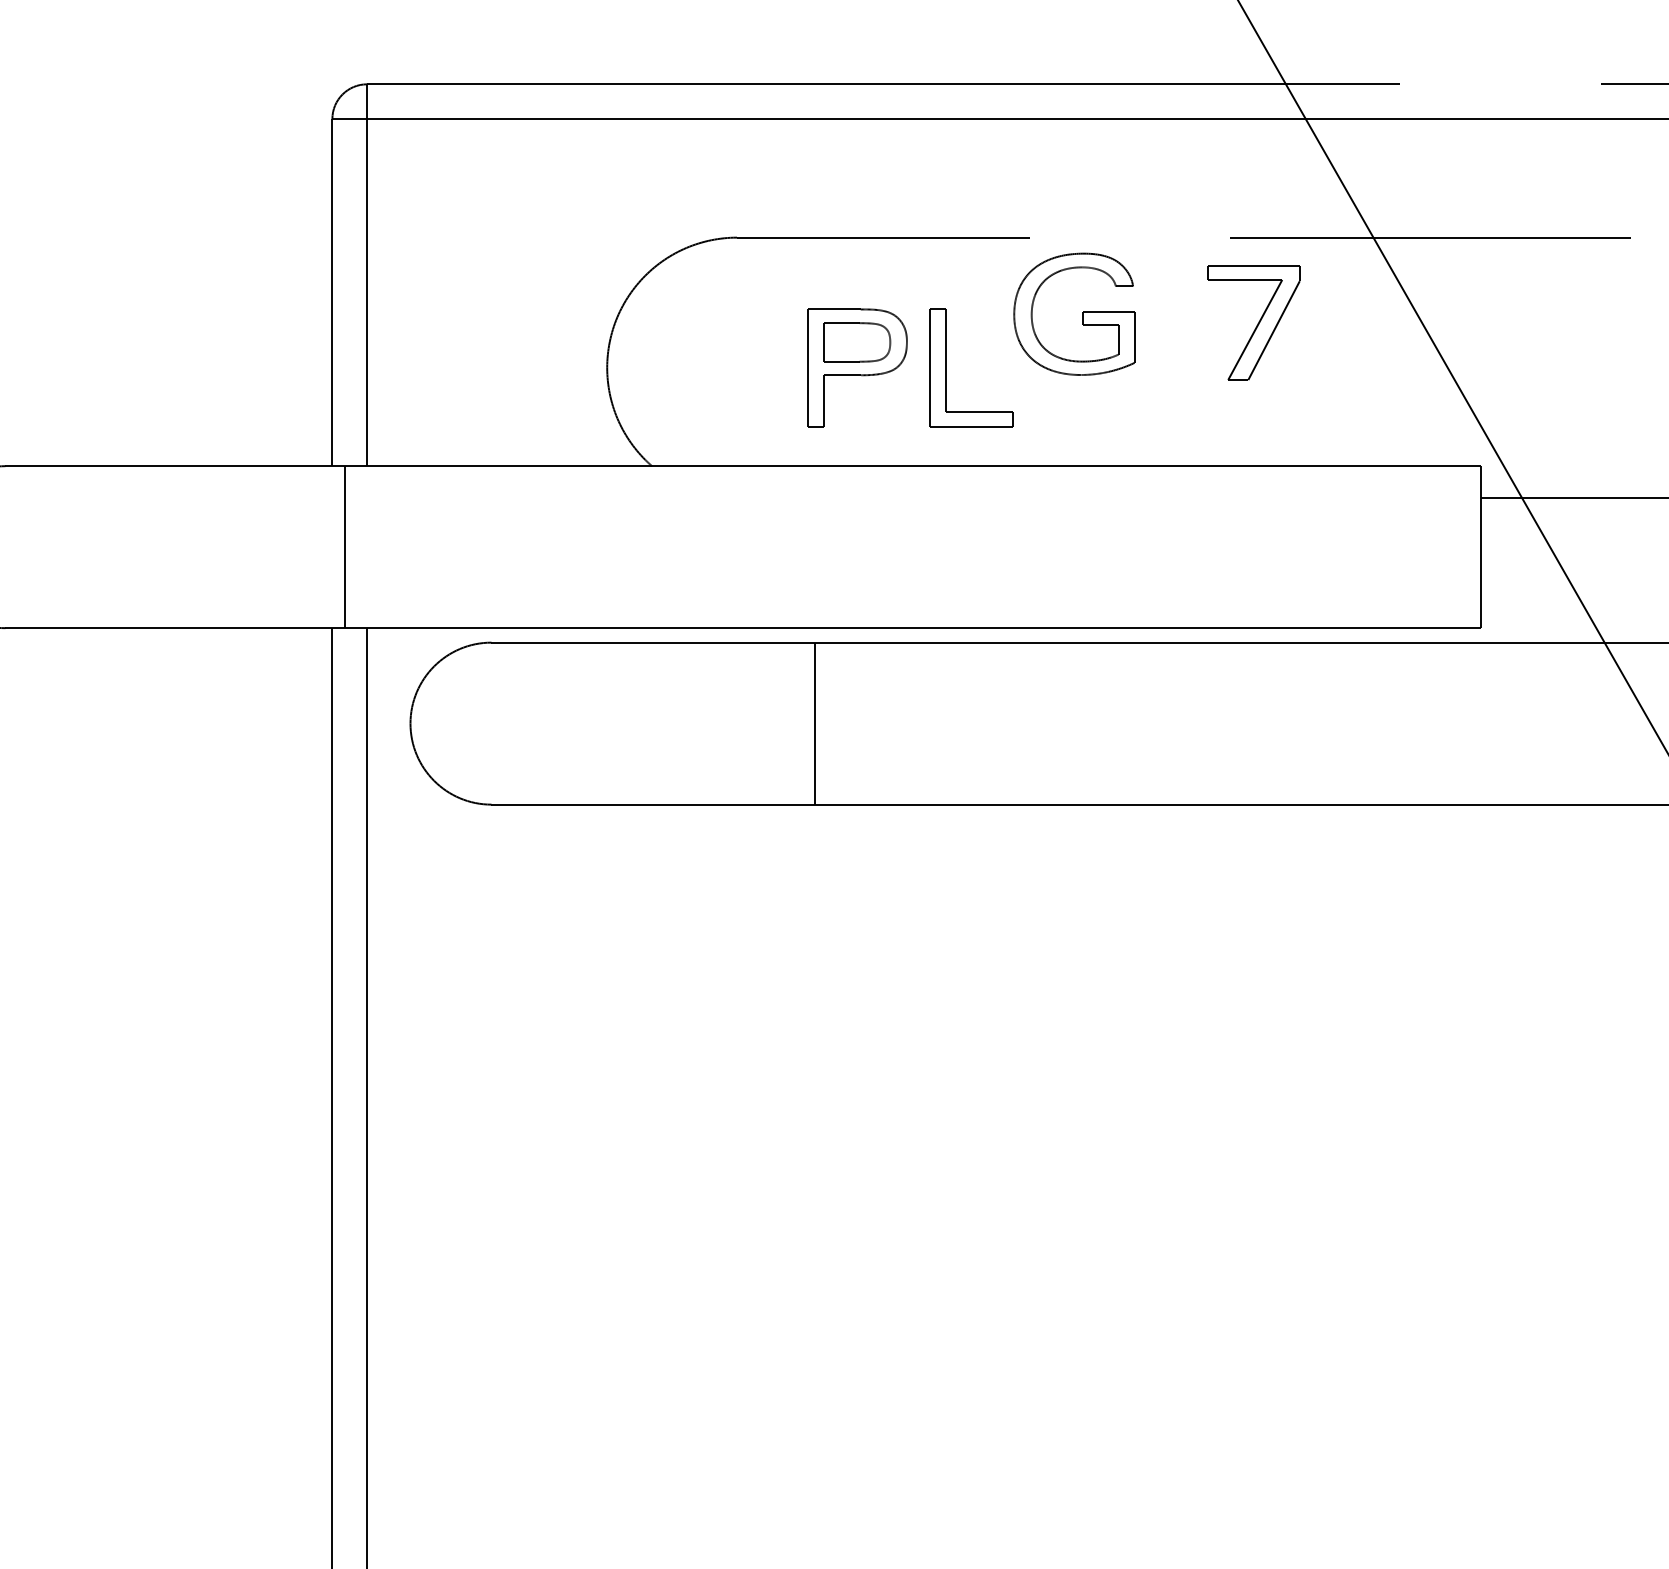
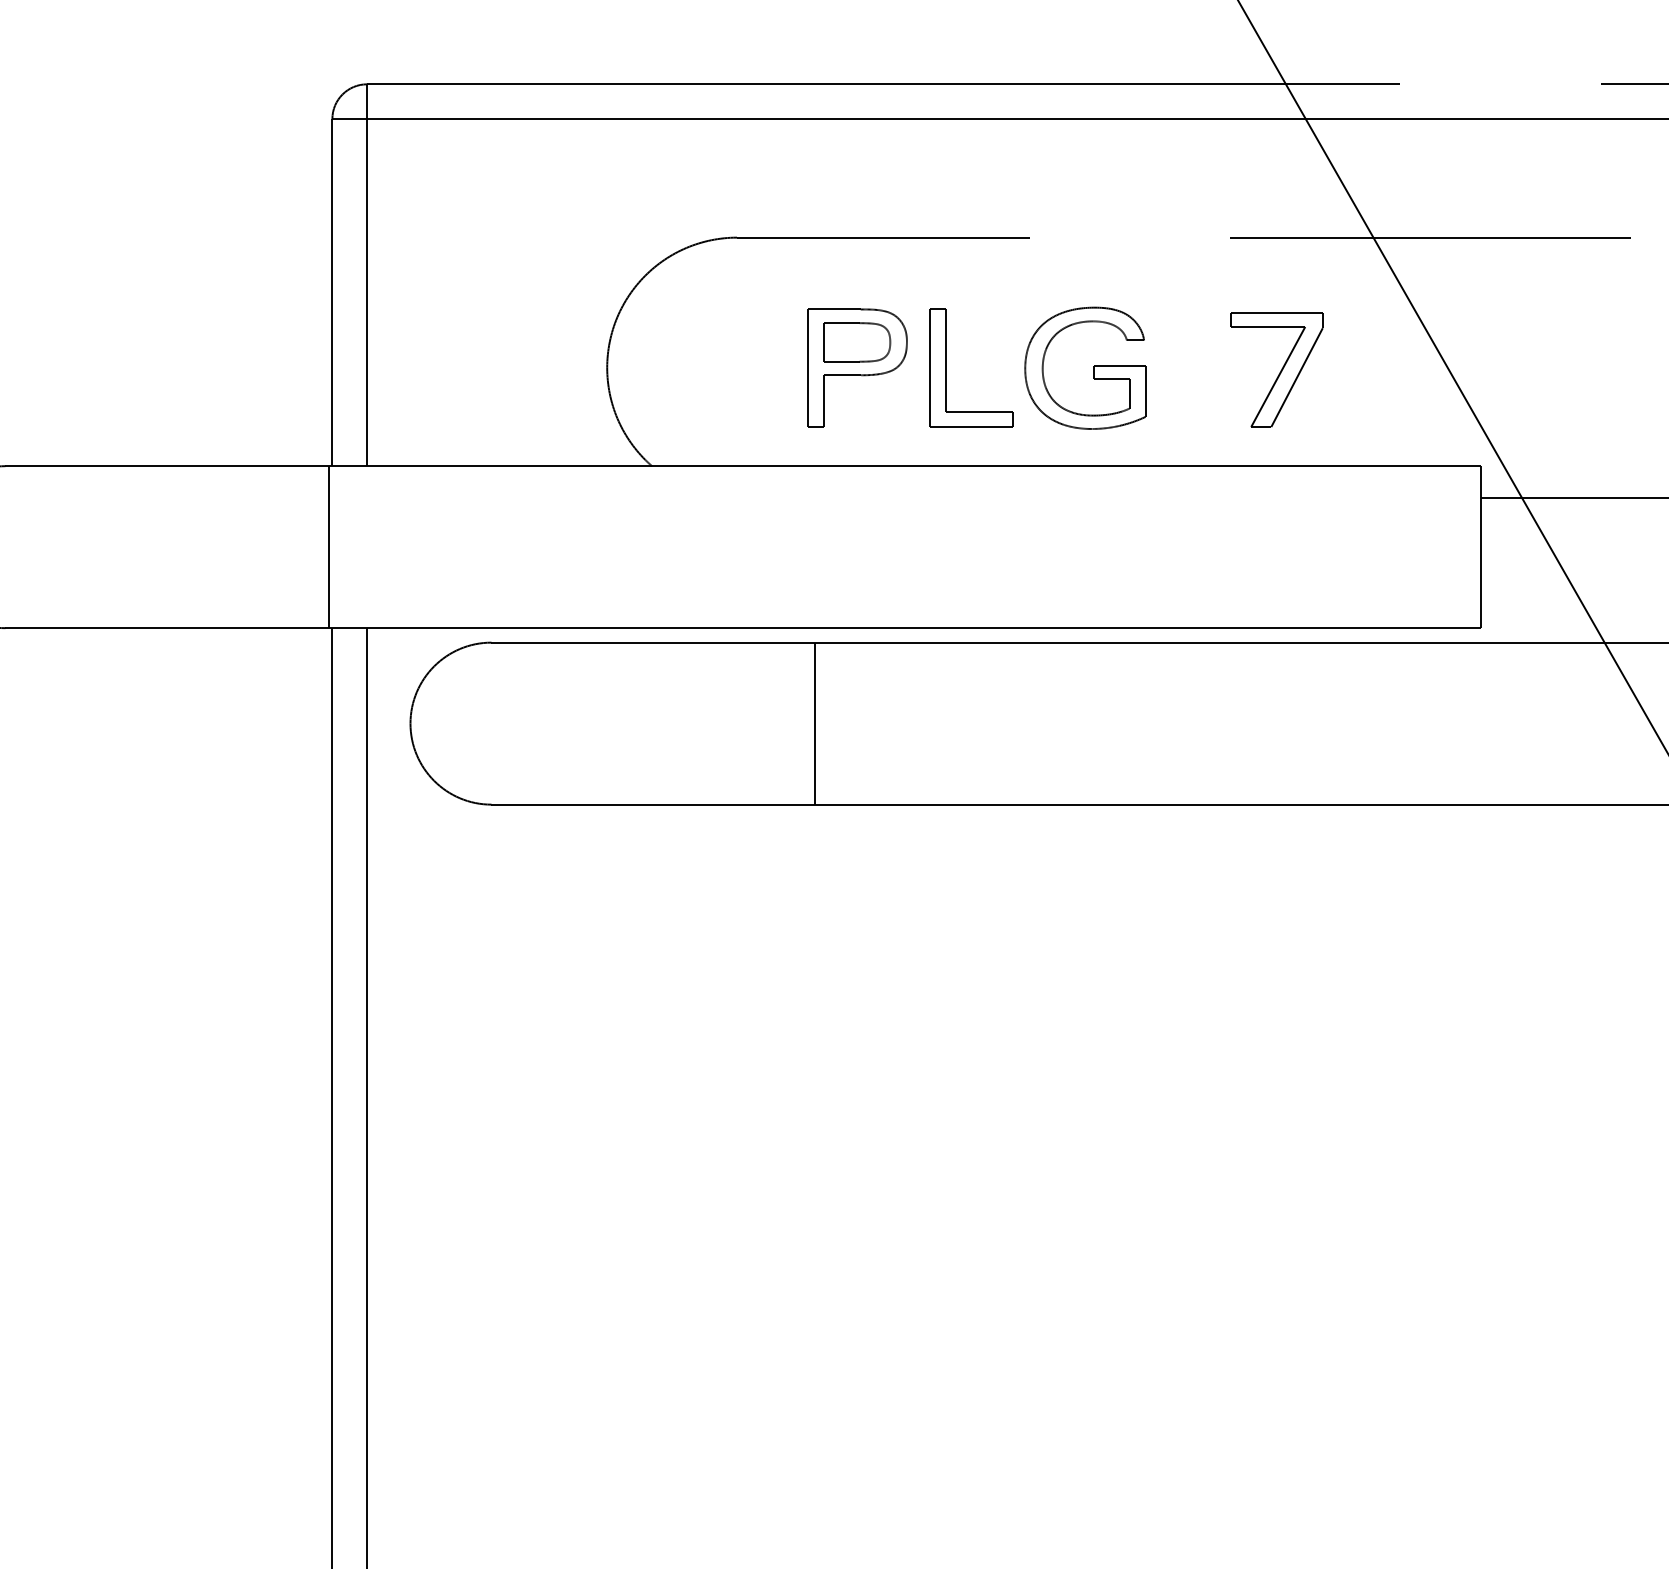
part at (1082, 313) position: (1082, 313) -> (1093, 367)
part at (1253, 322) position: (1253, 322) -> (1276, 369)
line at (345, 547) position: (345, 547) -> (329, 547)
